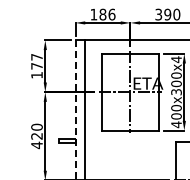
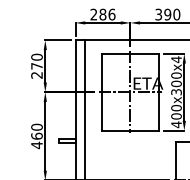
text at (93, 14): 186 -> 286
text at (36, 65): 177 -> 270
line at (75, 110): dashed -> solid
text at (36, 135): 420 -> 460
